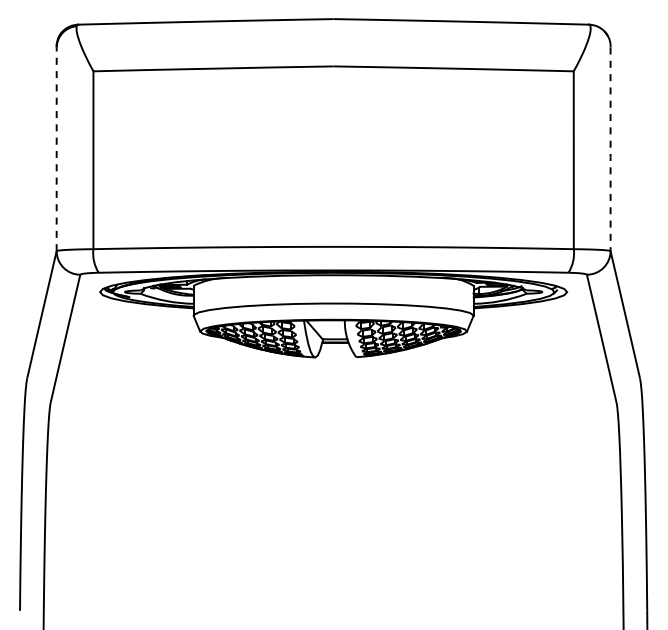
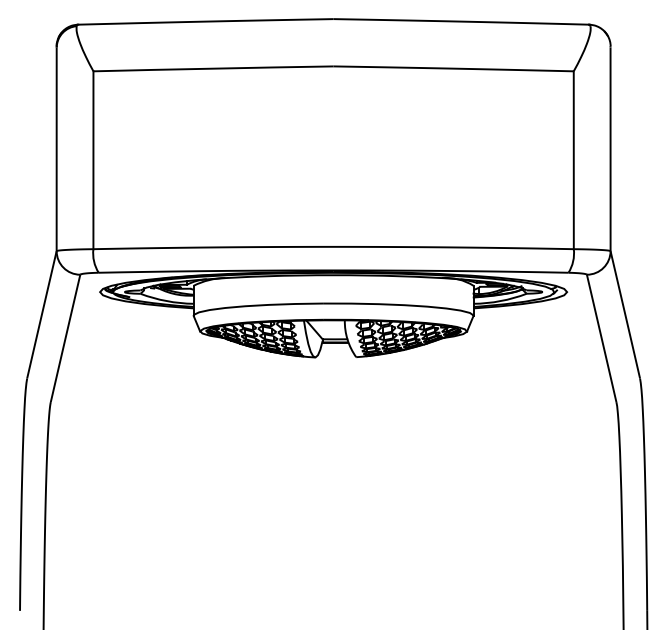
line at (56, 149): dashed -> solid
line at (610, 150): dashed -> solid
